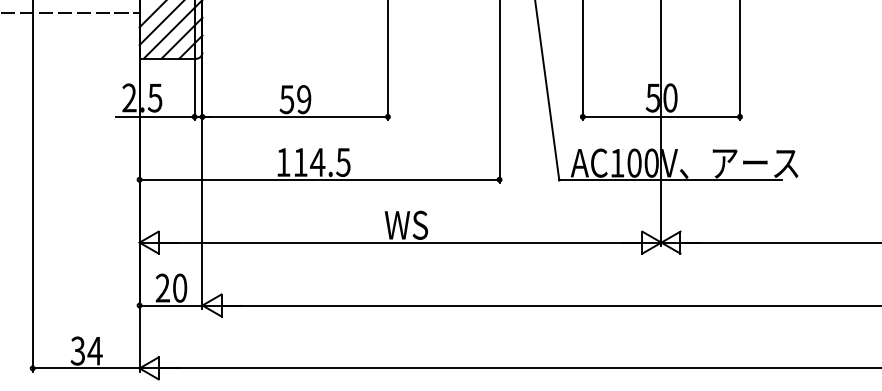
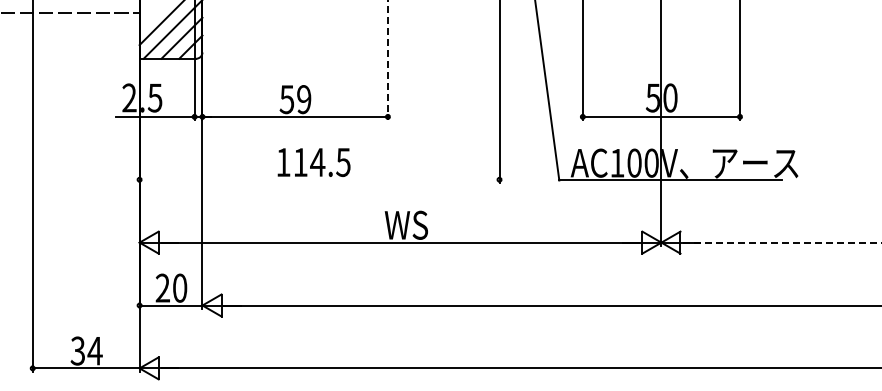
line at (151, 14): present -> none
line at (387, 60): solid -> dashed
line at (319, 179): present -> none
line at (782, 242): solid -> dashed
